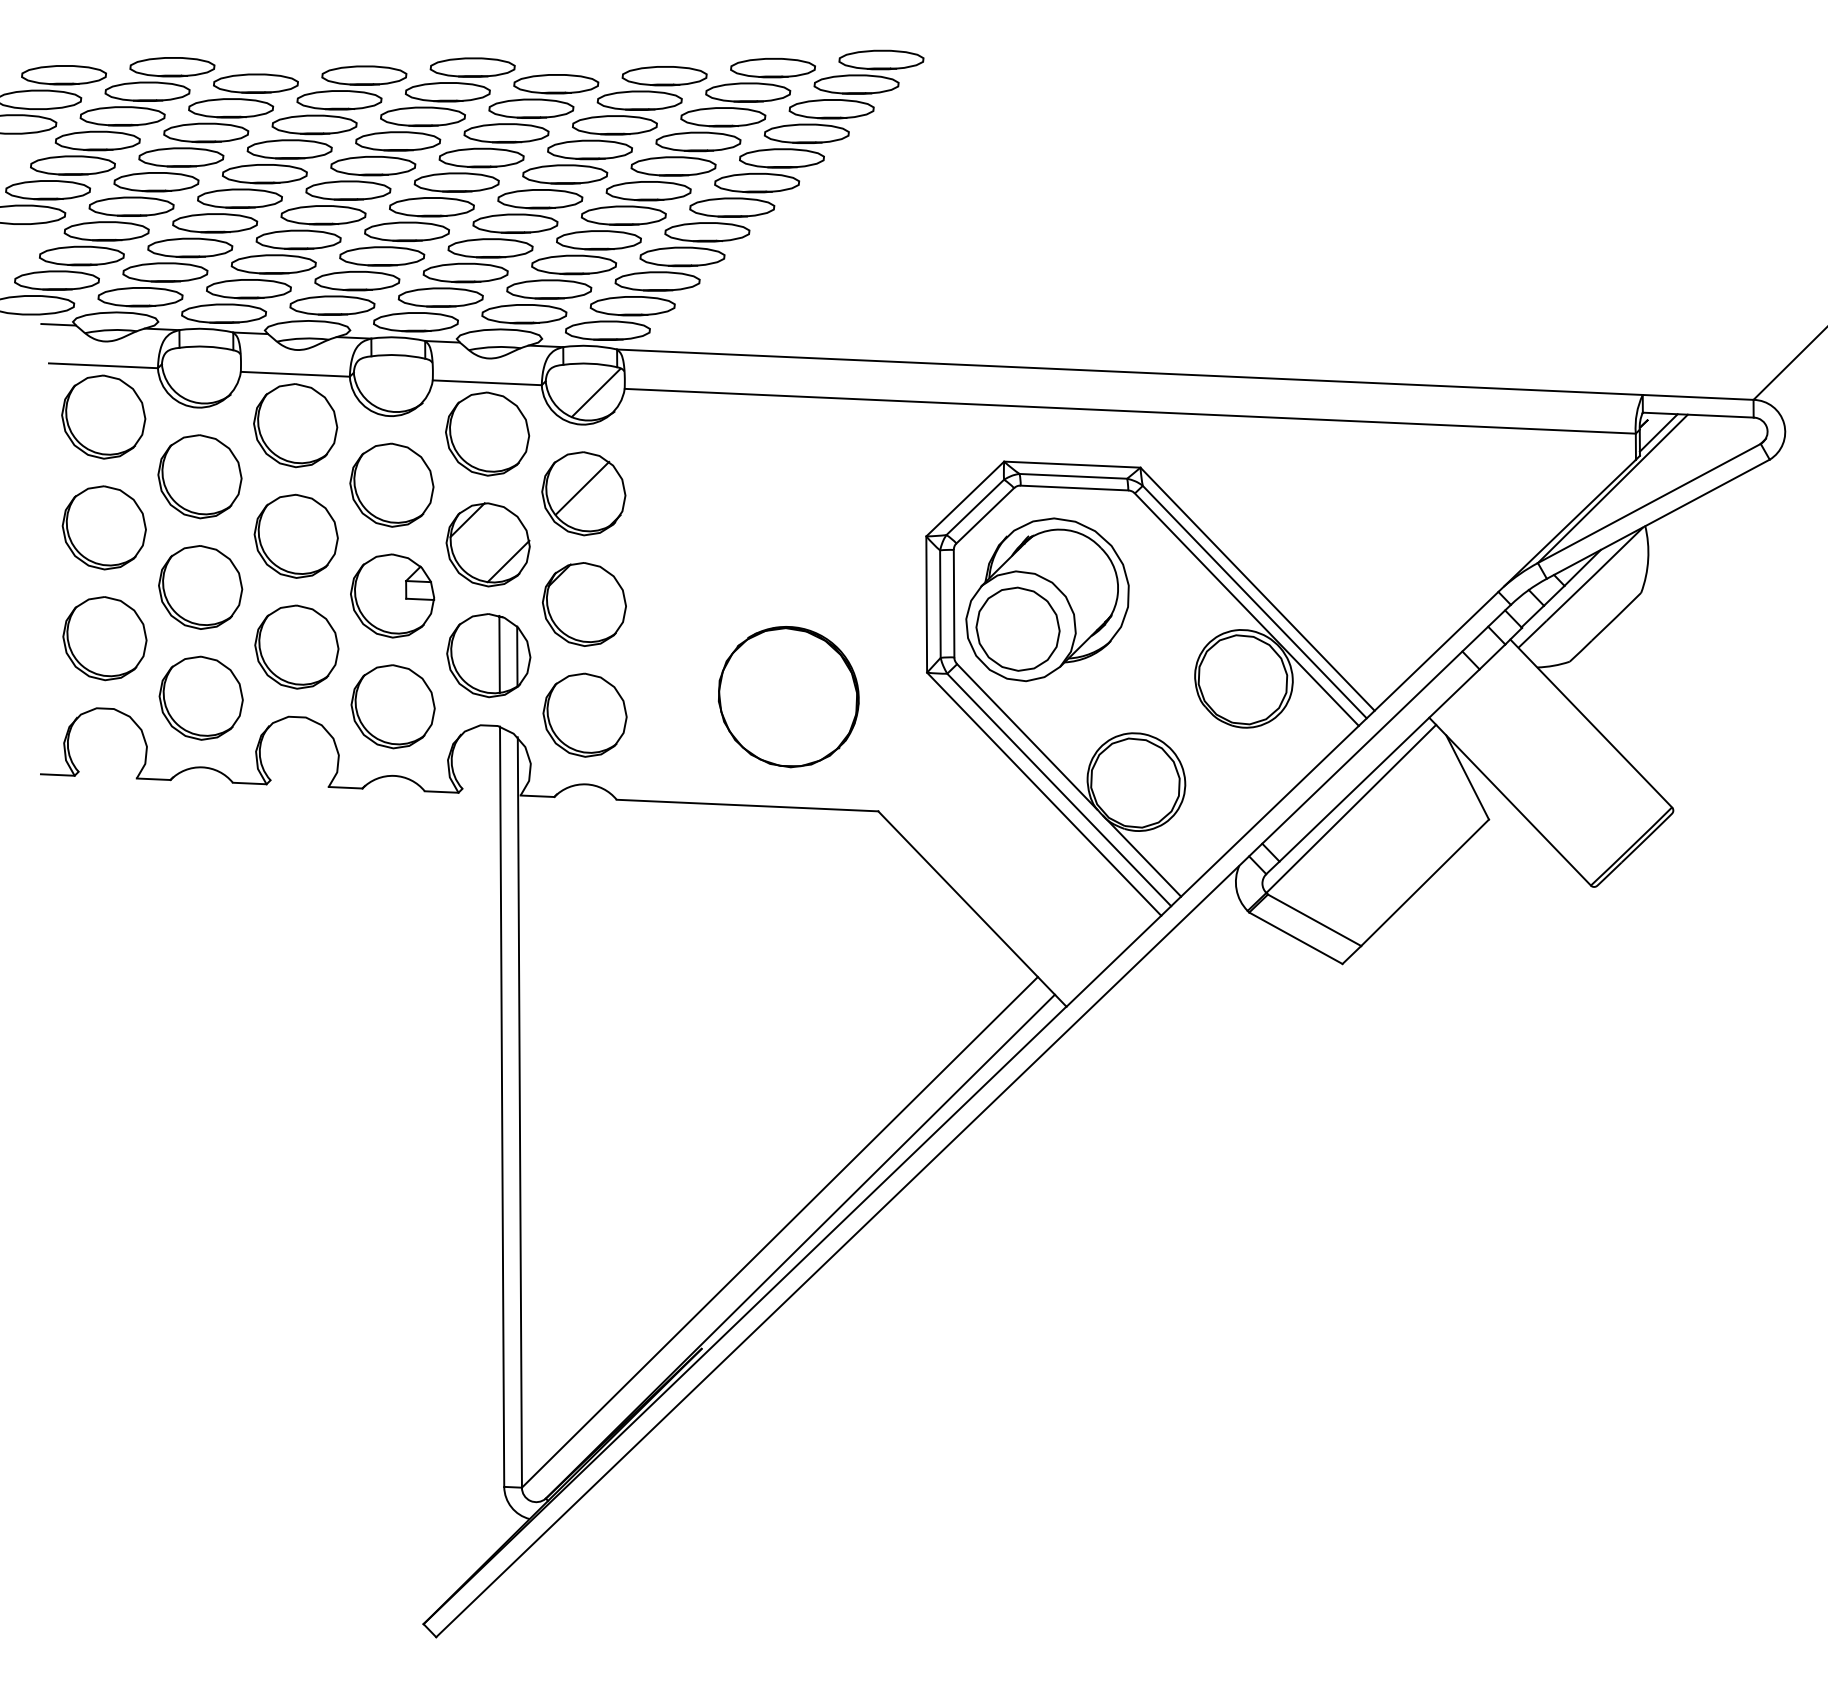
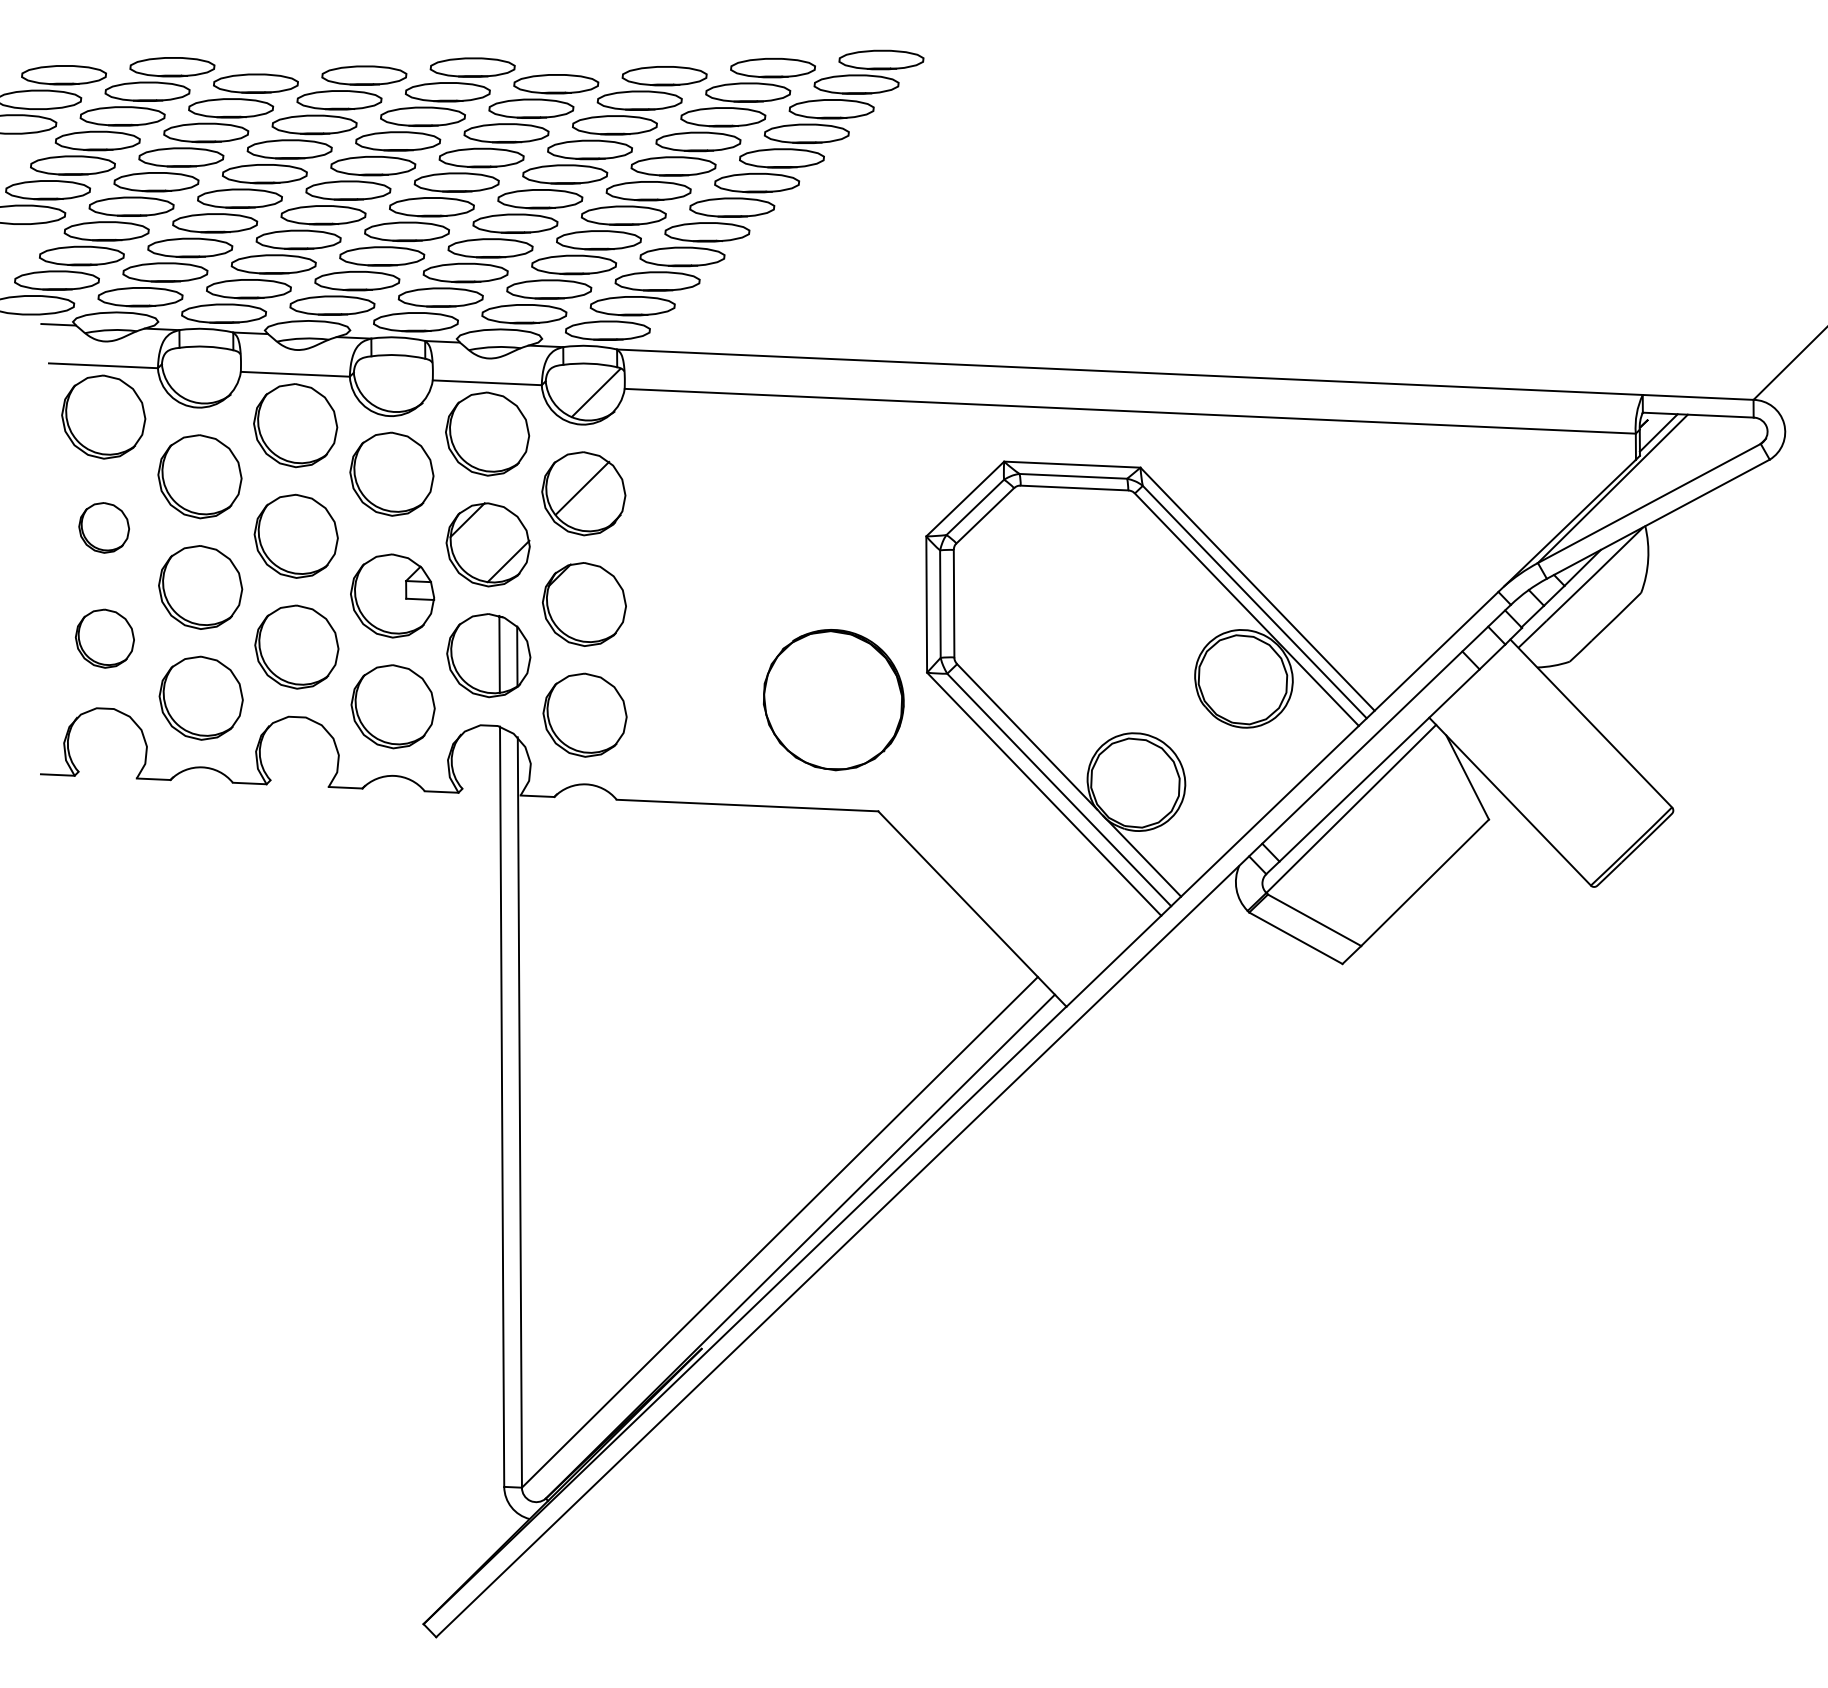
part at (391, 484) position: (391, 484) -> (391, 473)
part at (103, 527) size: 86x86 px -> 52x52 px
part at (1047, 599): present -> none
part at (104, 638) size: 86x86 px -> 60x61 px
part at (788, 697) position: (788, 697) -> (833, 700)
